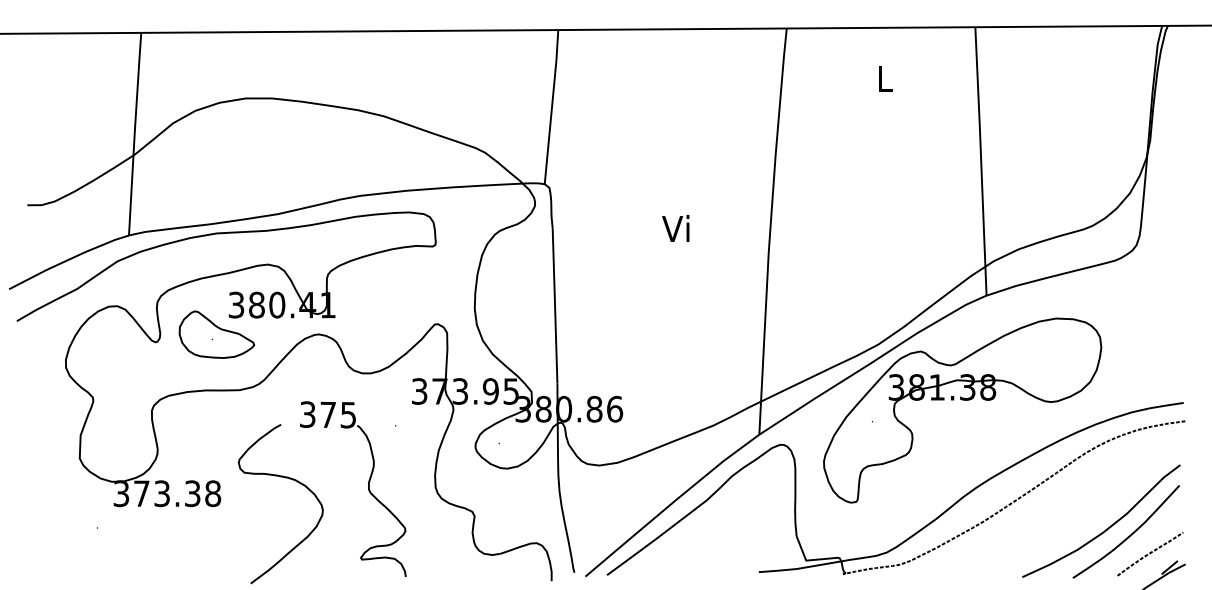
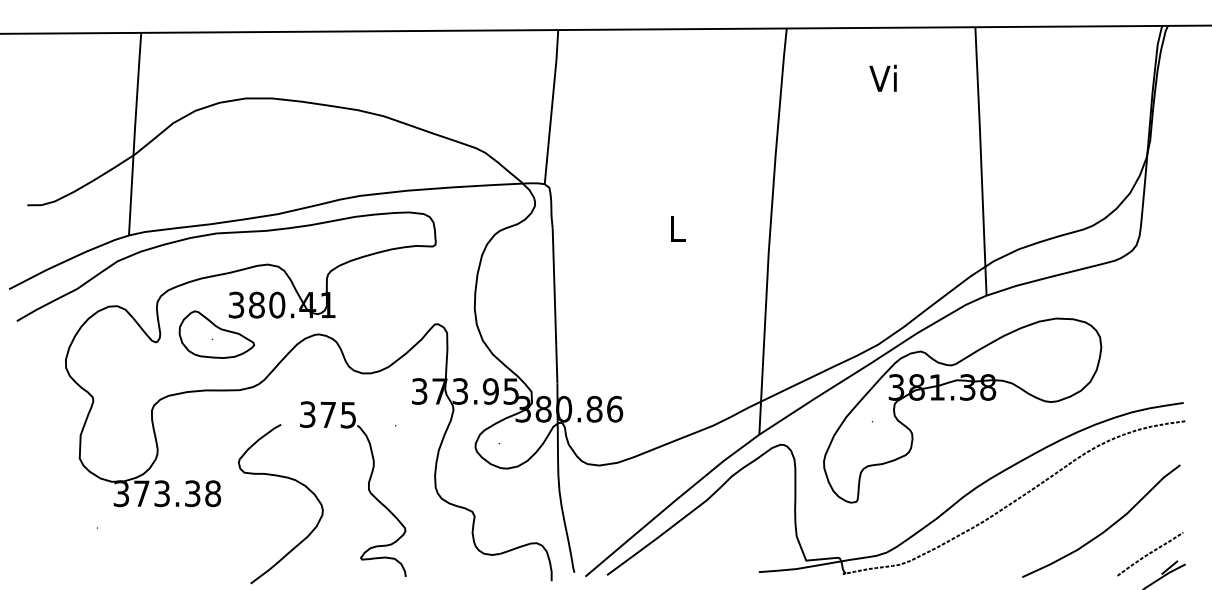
text at (882, 77): L -> Vi
text at (675, 228): Vi -> L
curve at (1127, 536): present -> none
